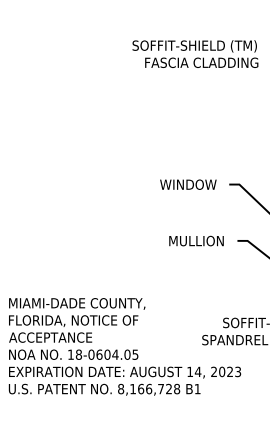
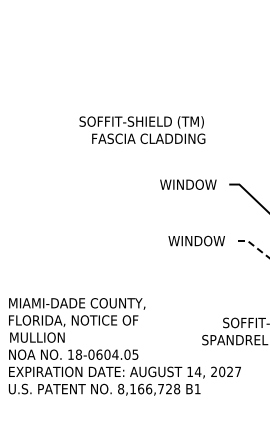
text at (195, 53) position: (195, 53) -> (142, 129)
text at (196, 240): MULLION -> WINDOW
line at (253, 245): solid -> dashed
text at (50, 337): ACCEPTANCE -> MULLION
text at (238, 371): 2023 -> 2027
